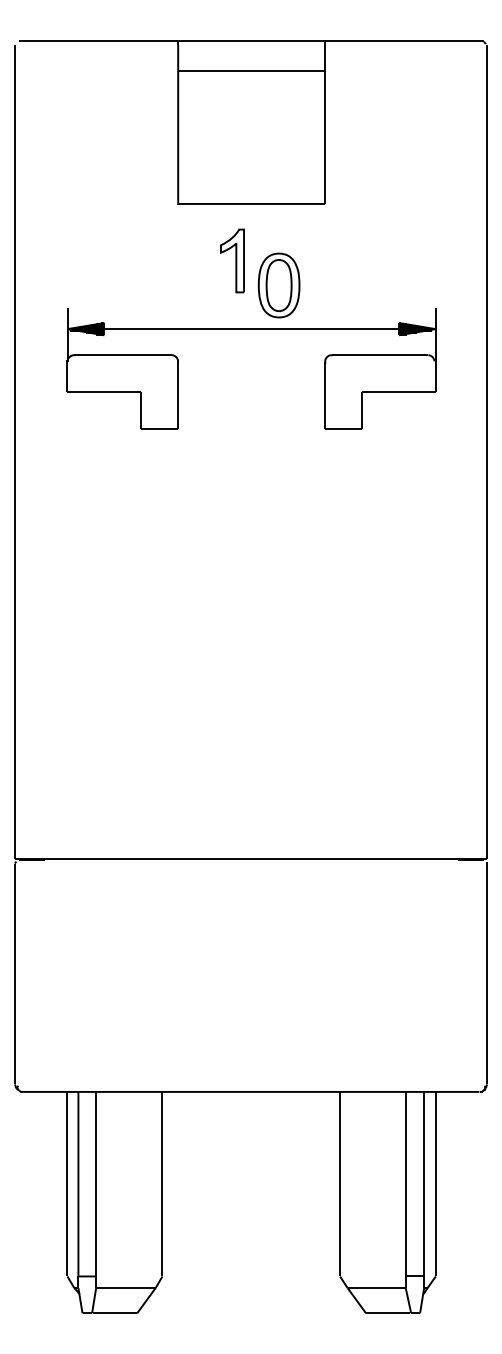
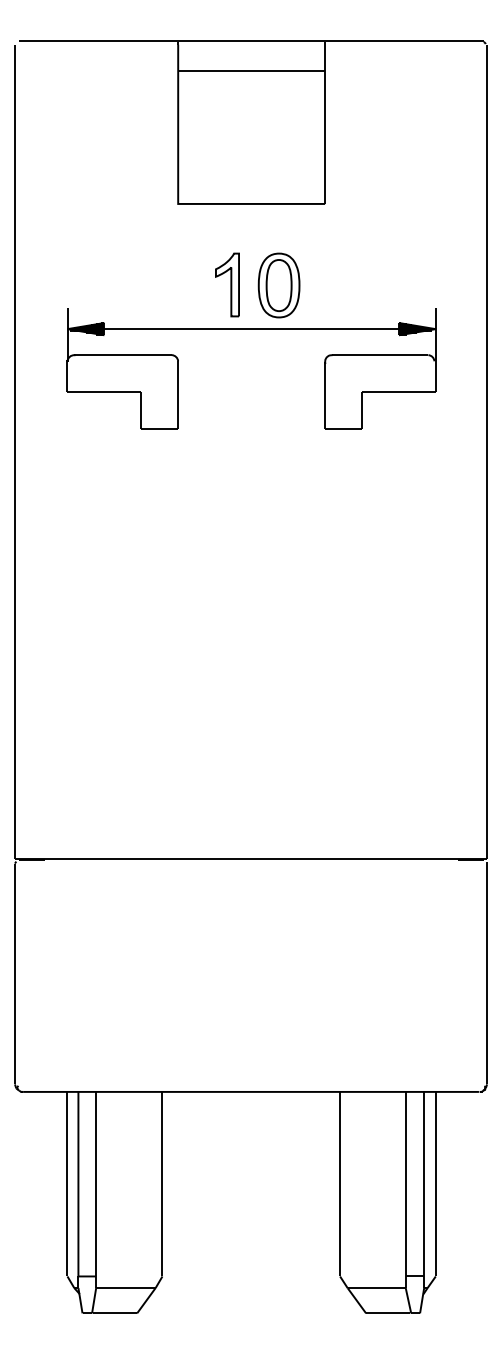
part at (232, 260) position: (232, 260) -> (227, 284)
